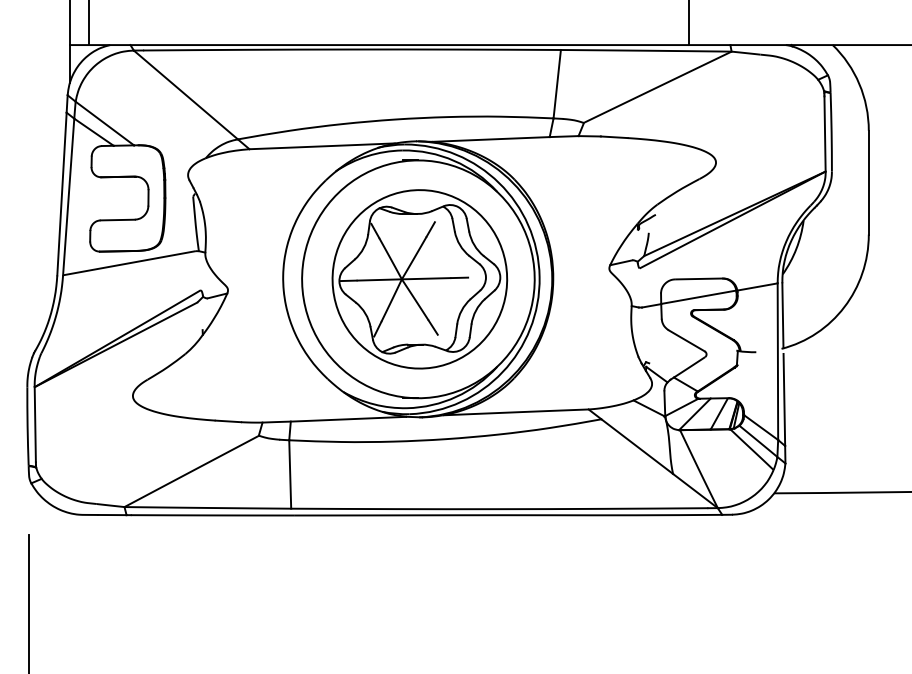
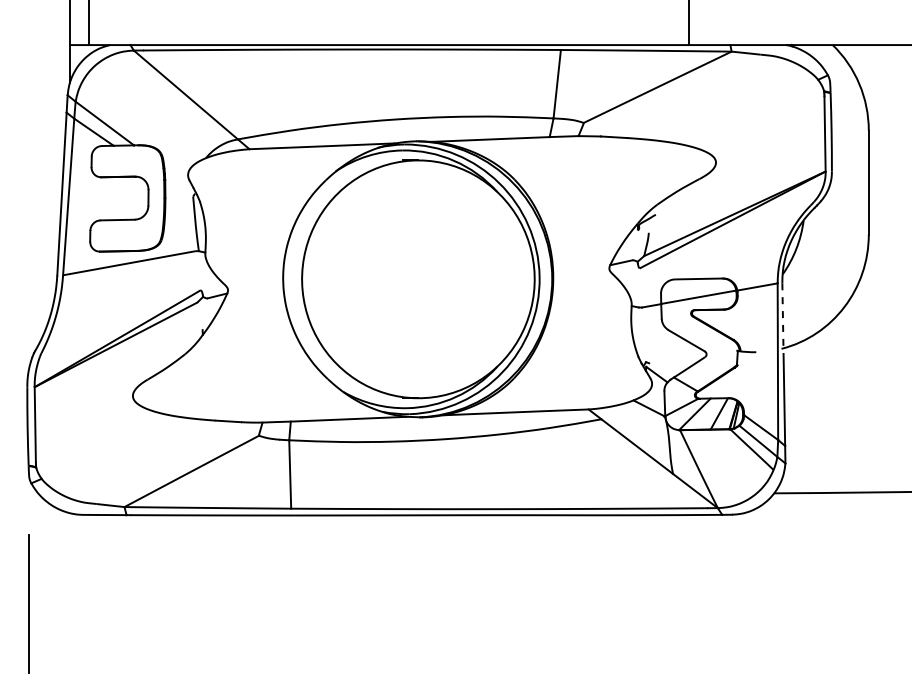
part at (419, 279): present -> none
line at (782, 316): solid -> dashed
